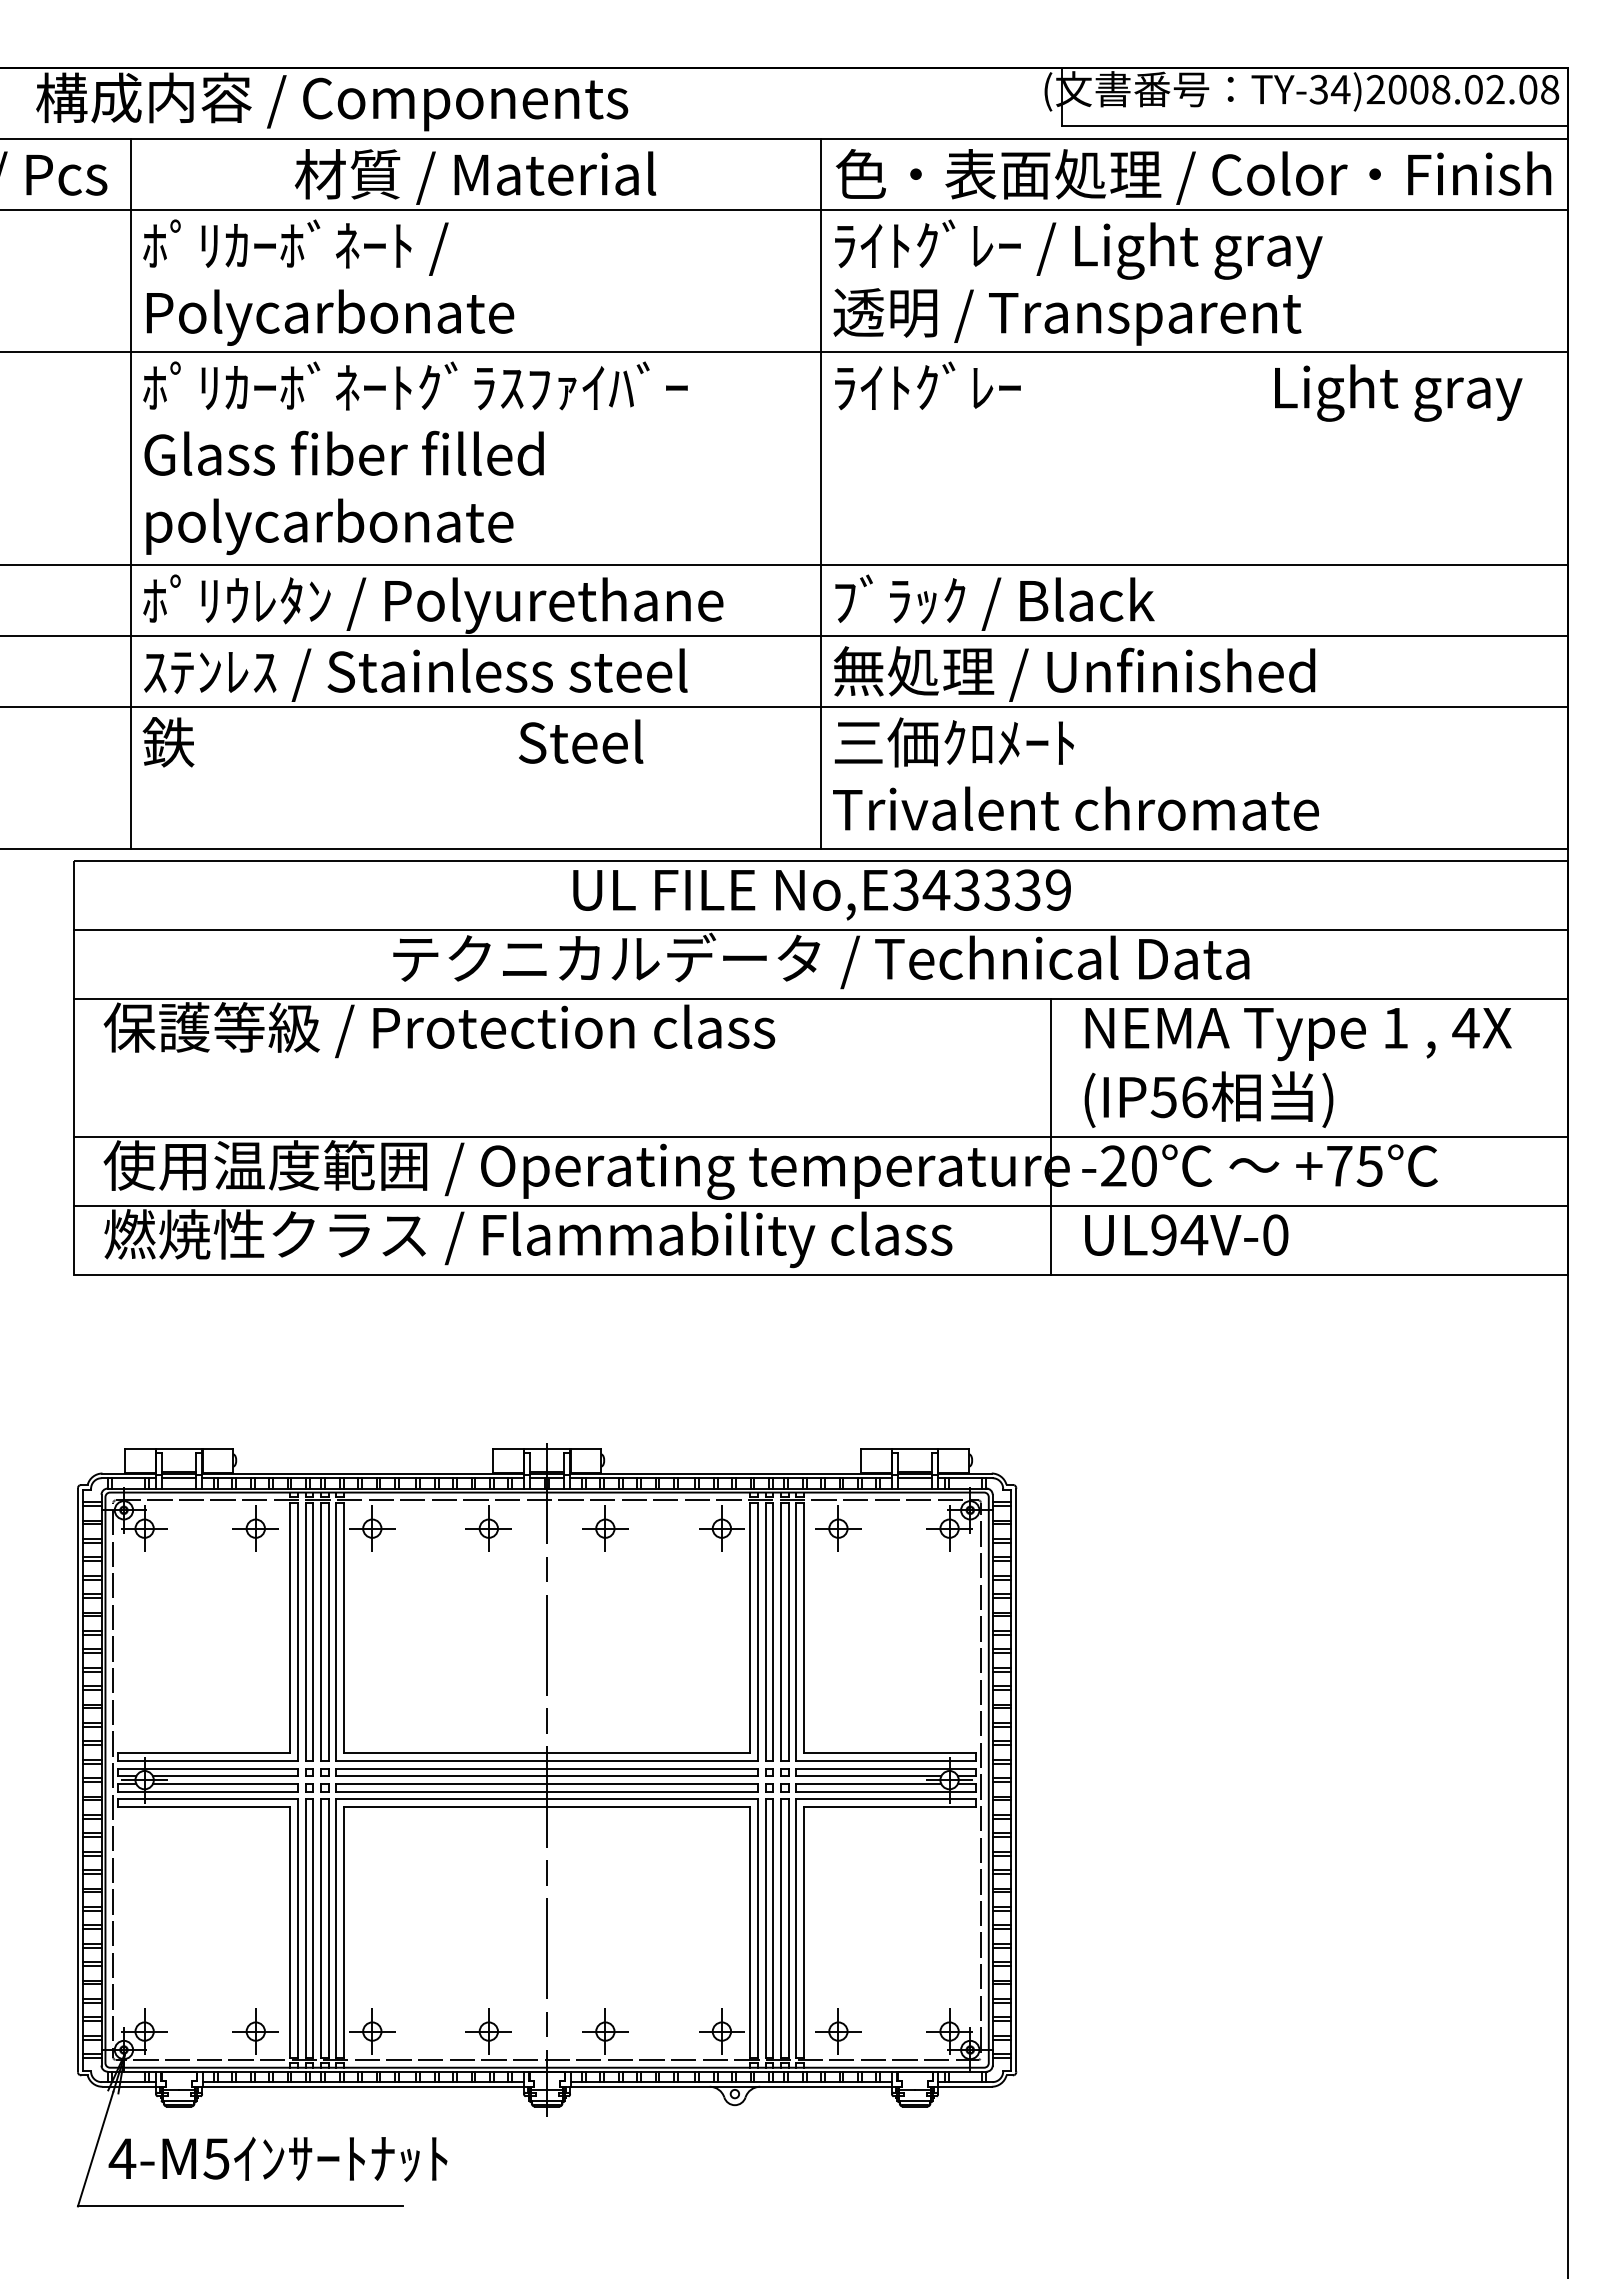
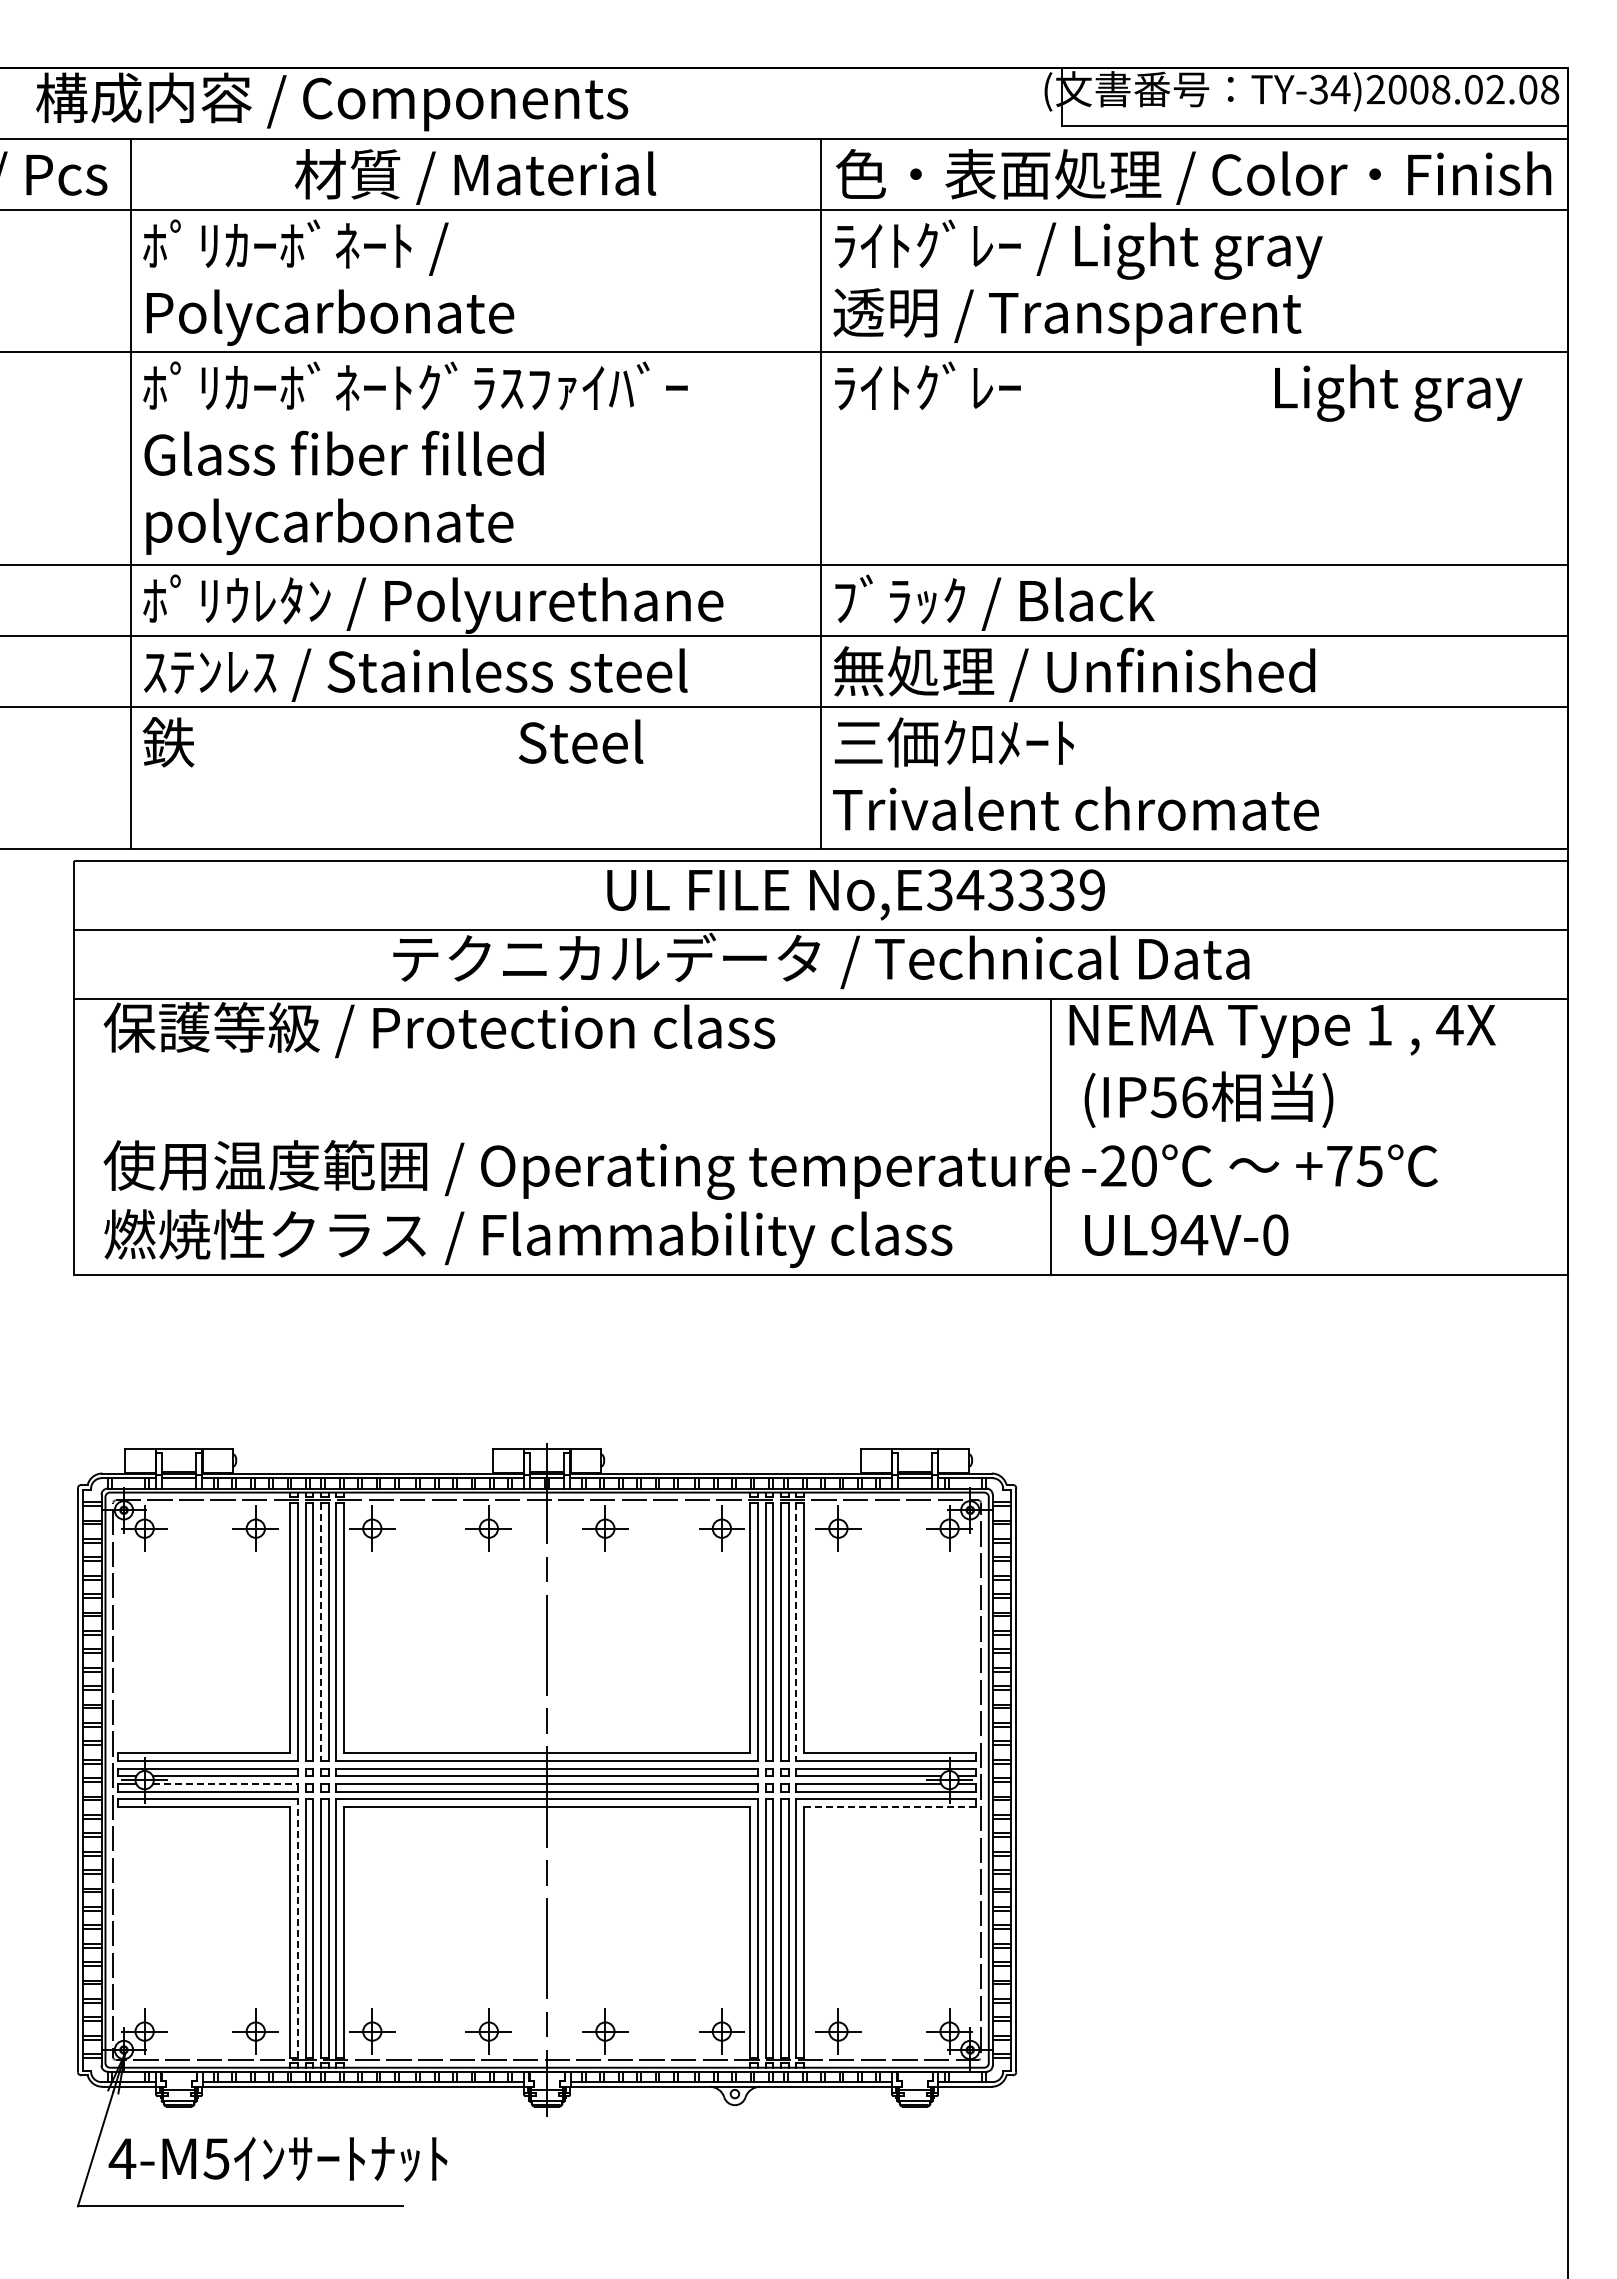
text at (821, 894) position: (821, 894) -> (855, 894)
text at (1298, 1034) position: (1298, 1034) -> (1282, 1031)
line at (820, 1136): present -> none
line at (820, 1205): present -> none
line at (320, 1632): solid -> dashed
line at (796, 1632): solid -> dashed
line at (225, 1783): solid -> dashed
line at (889, 1806): solid -> dashed
line at (297, 1928): solid -> dashed
